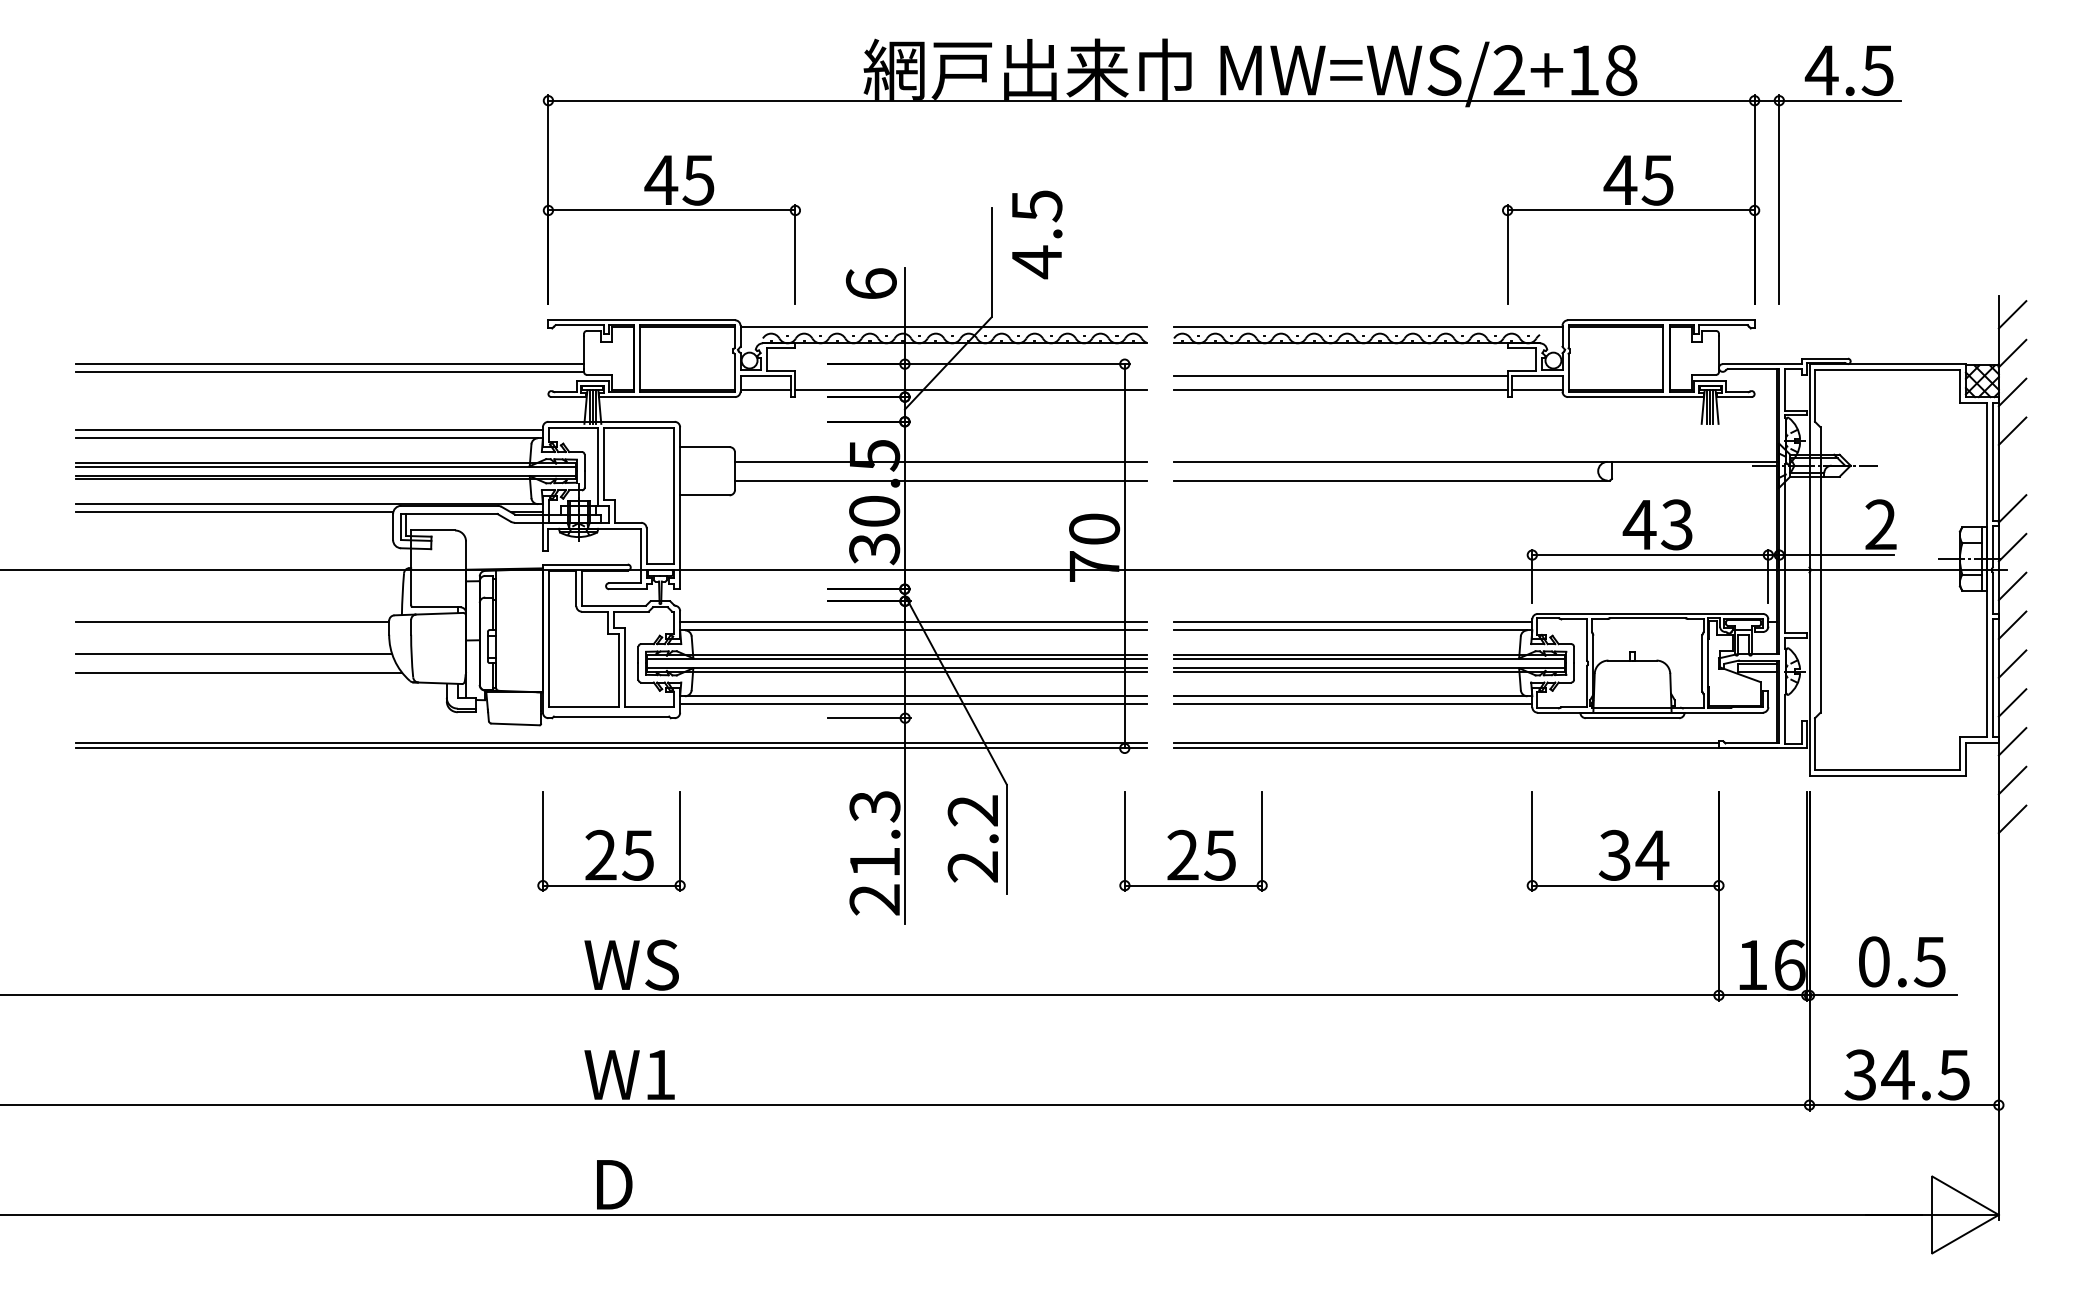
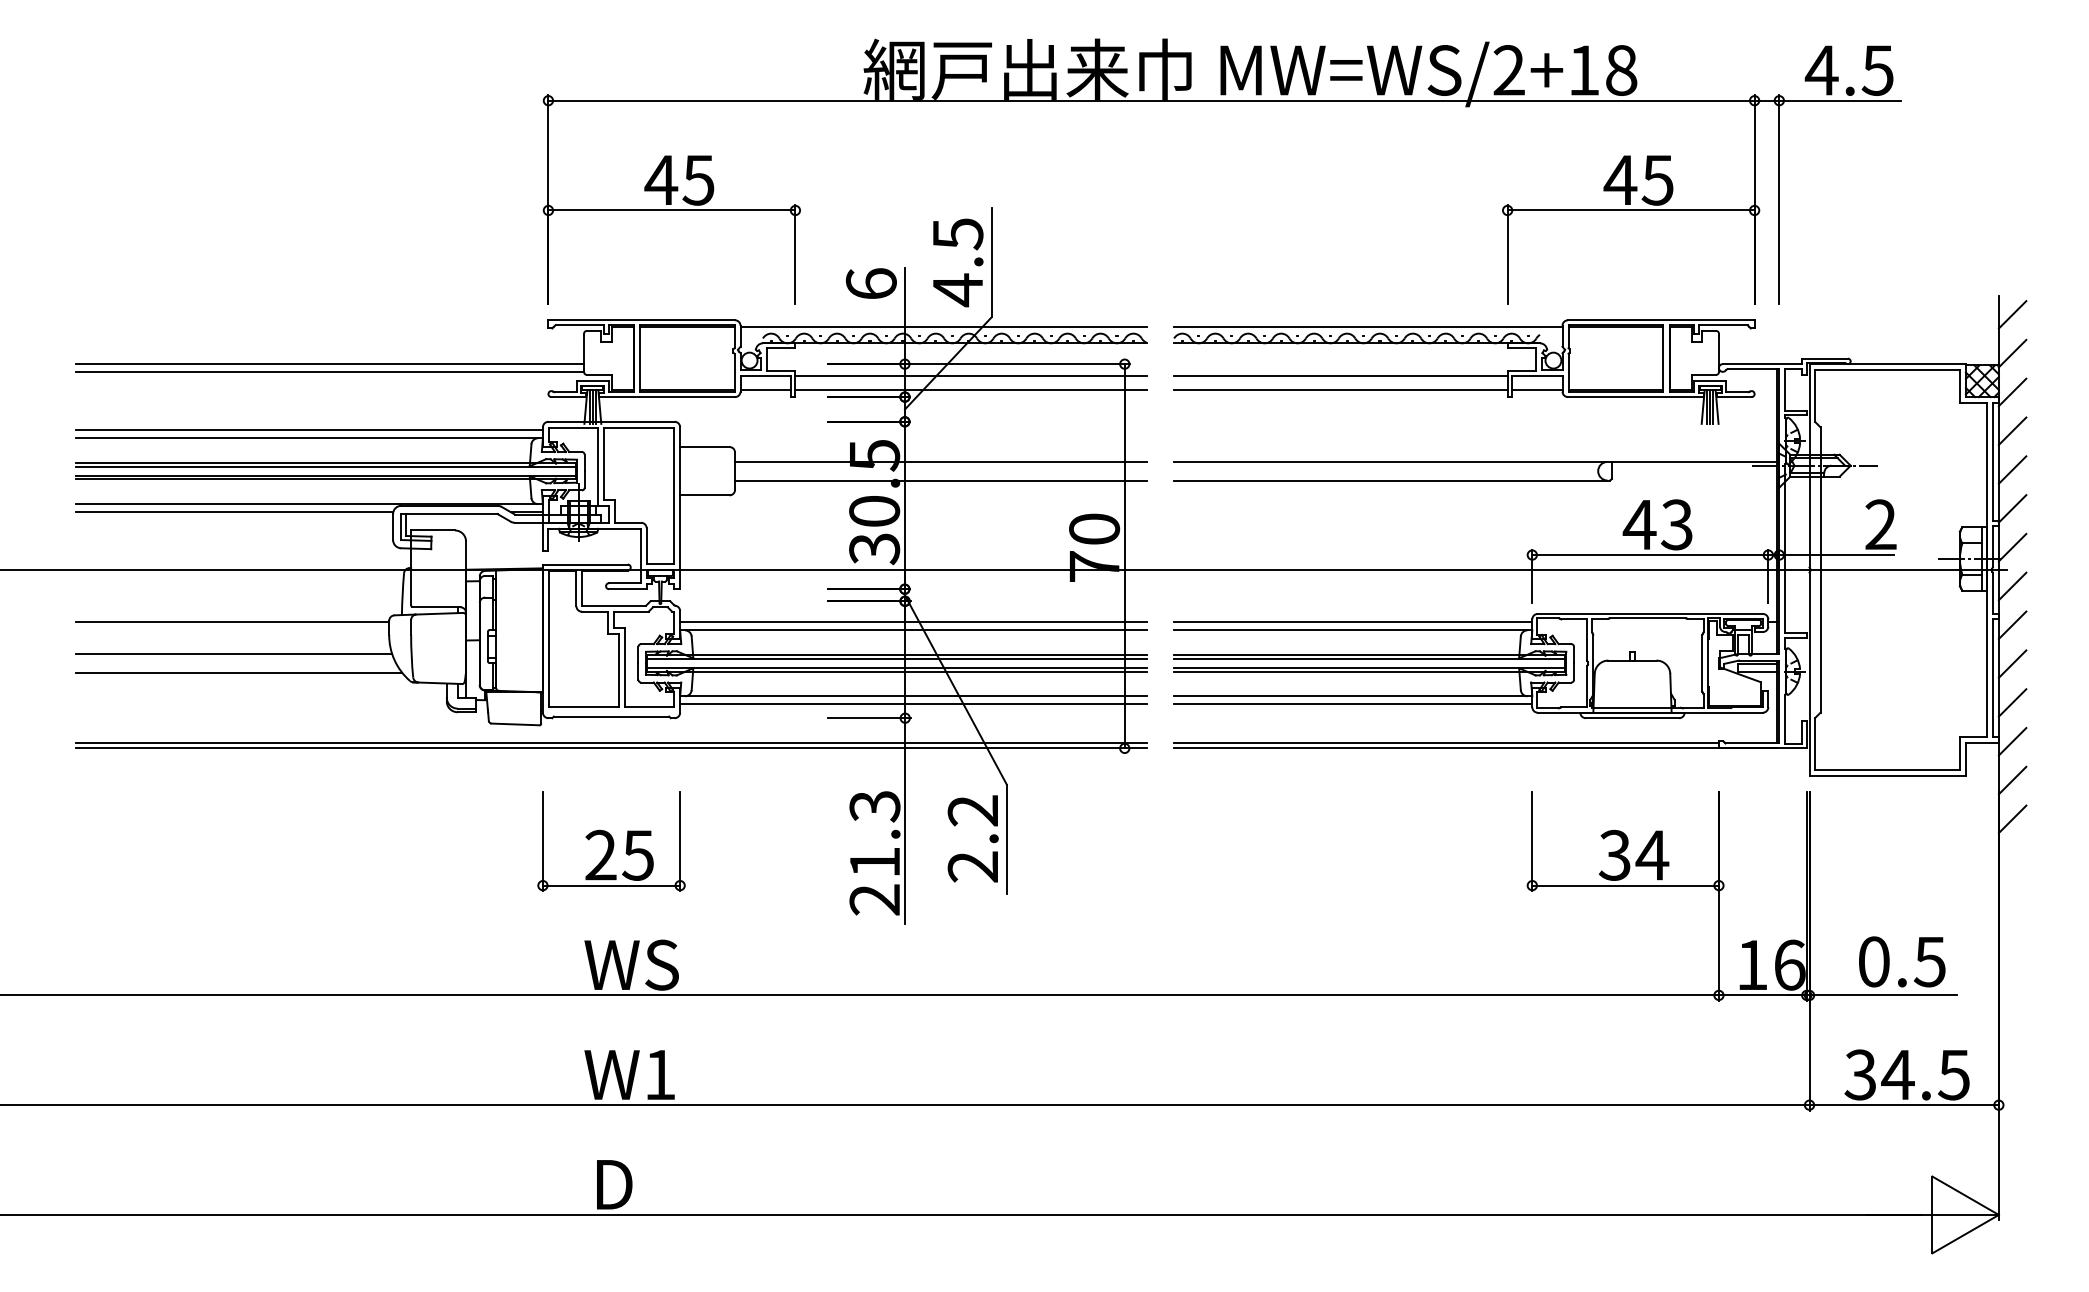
text at (1037, 234) position: (1037, 234) -> (958, 262)
line at (970, 375): none -> present
line at (2012, 469): none -> present
part at (1193, 841): present -> none
